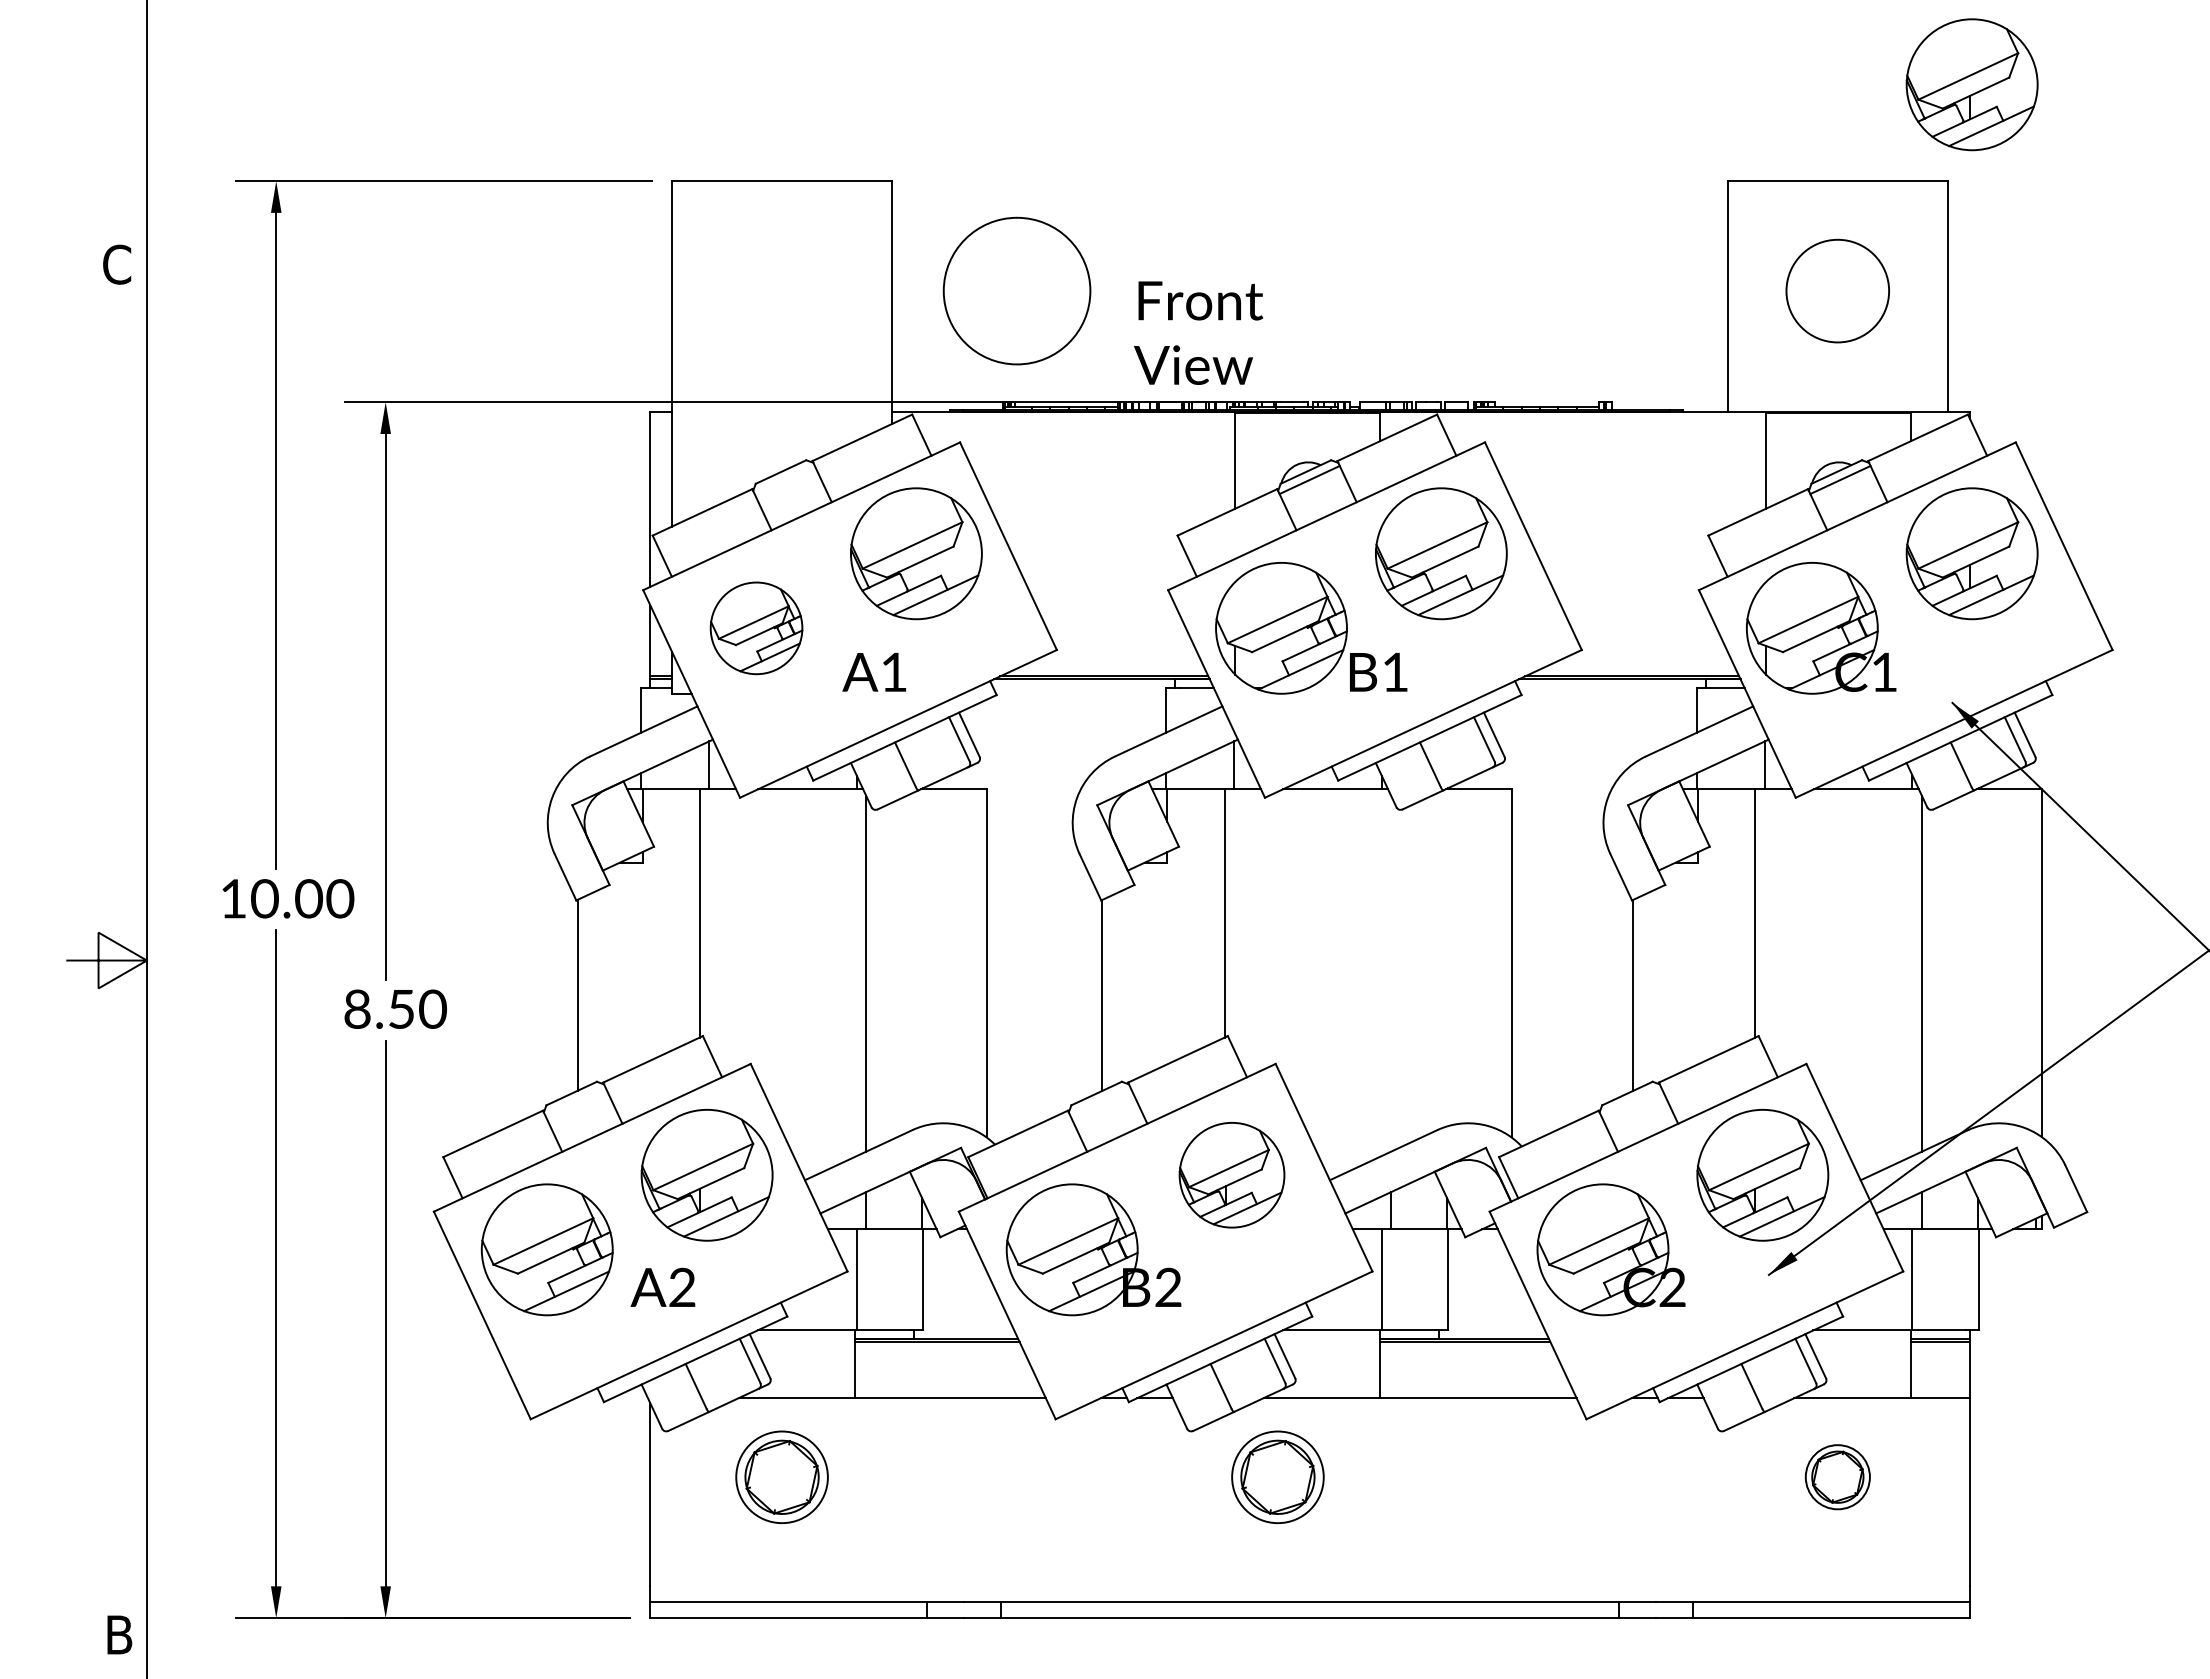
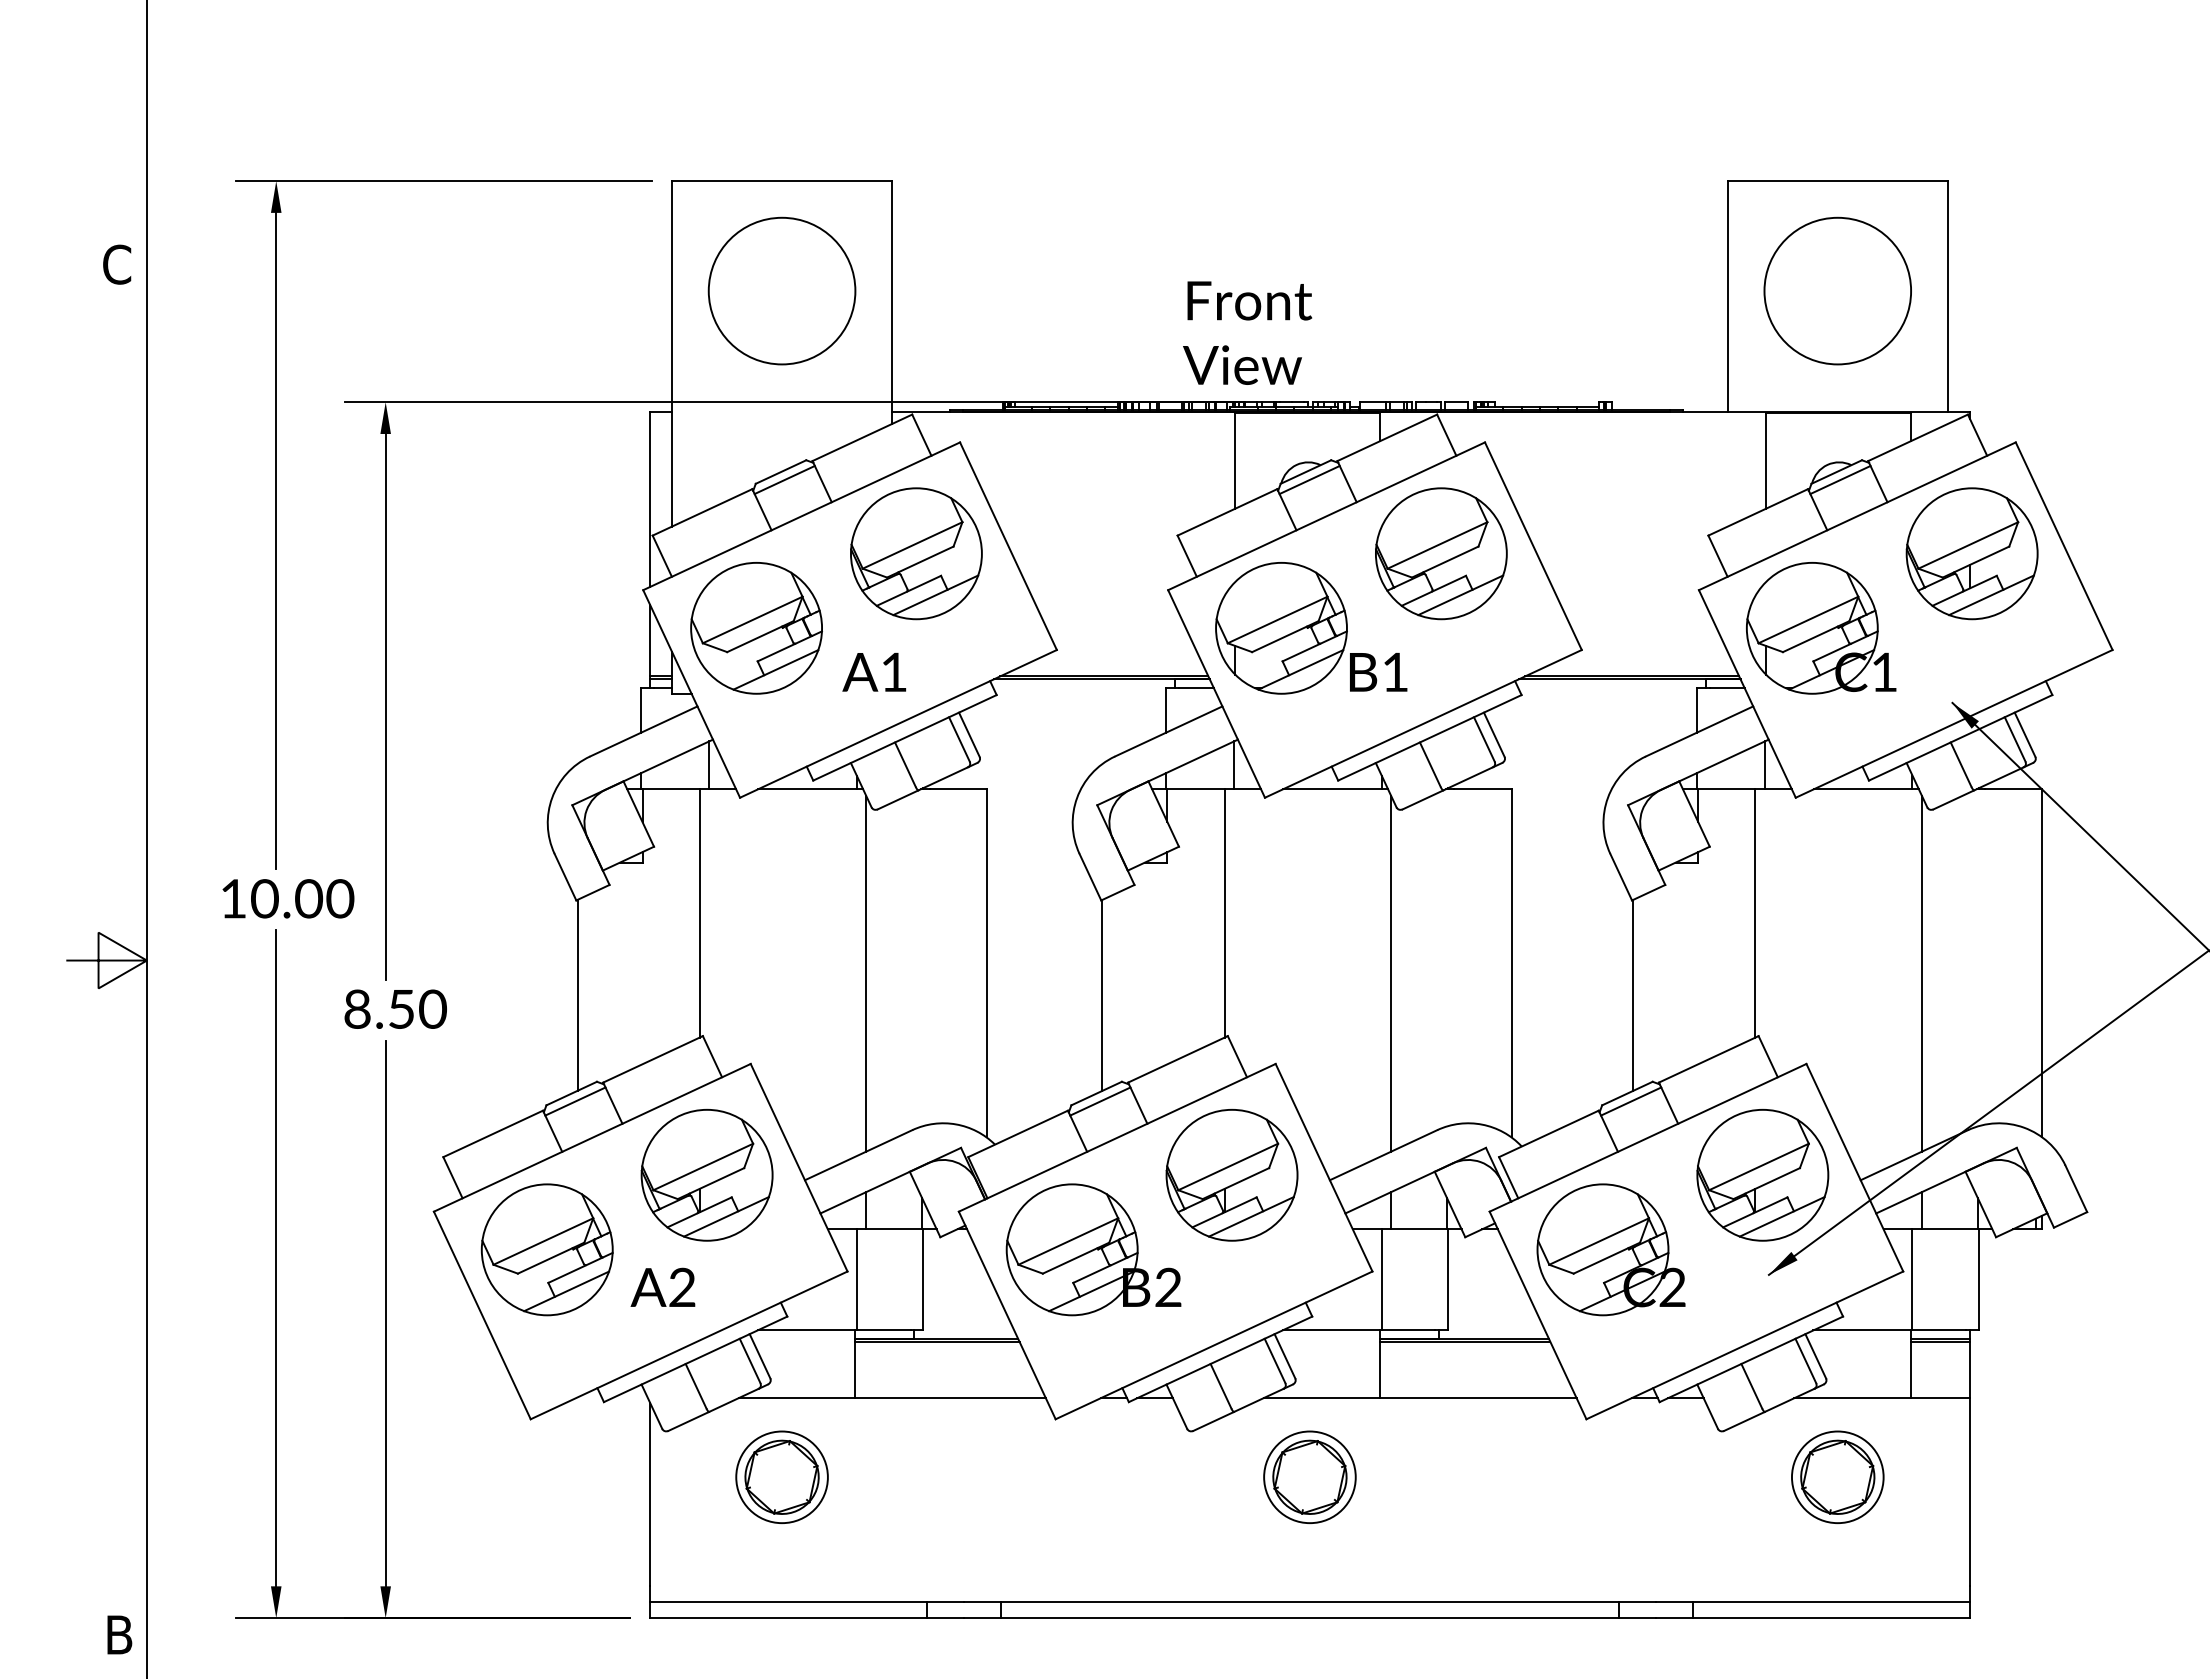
part at (1971, 84): present -> none
circle at (1016, 290) position: (1016, 290) -> (781, 290)
circle at (1837, 290) diameter: 103 px -> 147 px
text at (1198, 332) position: (1198, 332) -> (1247, 332)
line at (784, 479): none -> present
part at (756, 628) size: 95x95 px -> 133x133 px
line at (1391, 973): none -> present
line at (575, 1101): none -> present
line at (1100, 1101): none -> present
line at (1631, 1101): none -> present
part at (1231, 1175) size: 108x107 px -> 134x134 px
part at (1277, 1476) position: (1277, 1476) -> (1309, 1476)
part at (1837, 1477) size: 67x67 px -> 94x94 px
